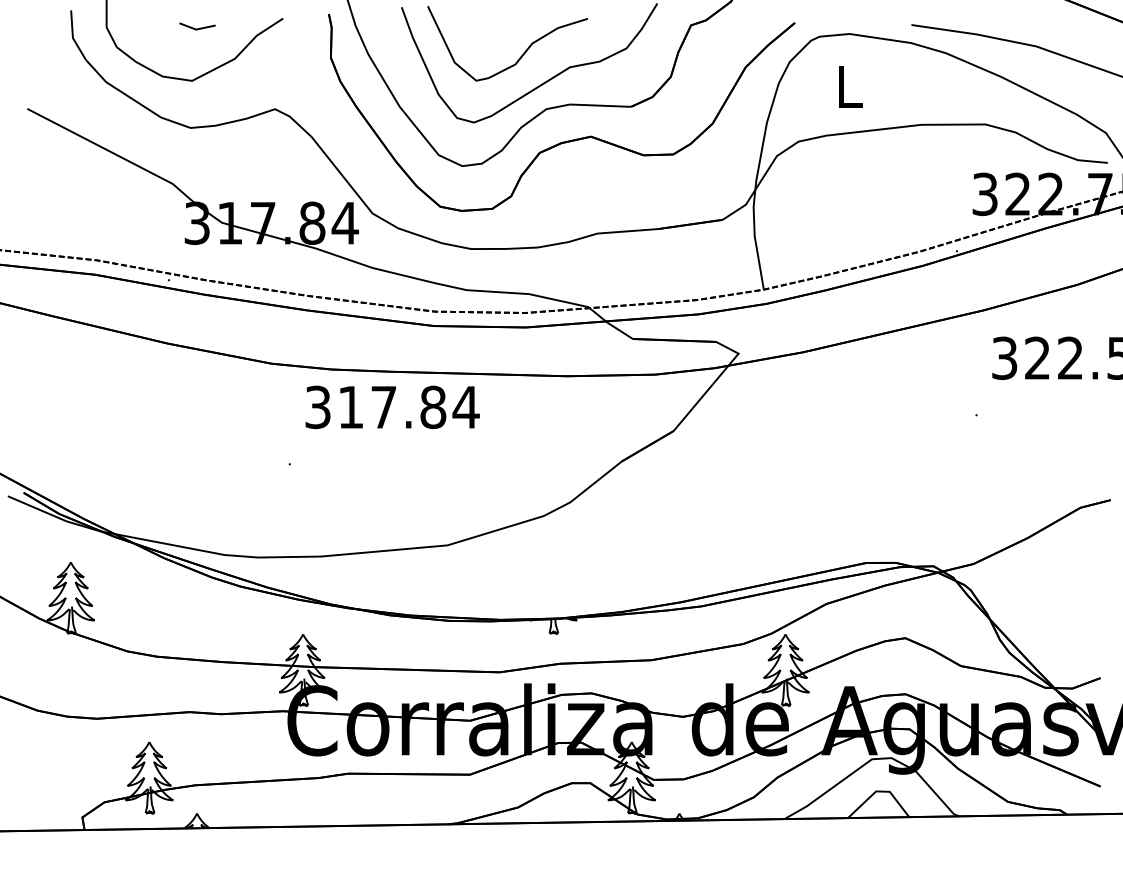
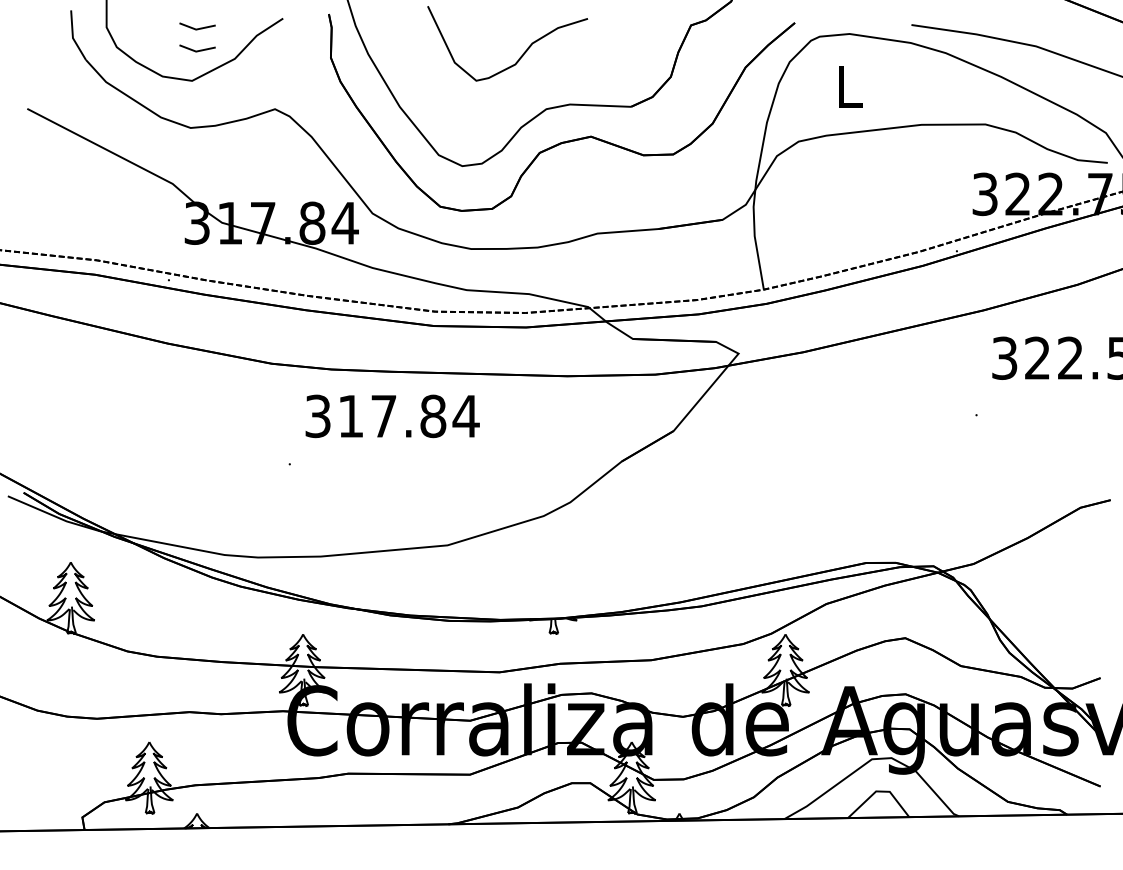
line at (197, 50): none -> present
curve at (541, 83): present -> none
text at (392, 407) position: (392, 407) -> (392, 416)
